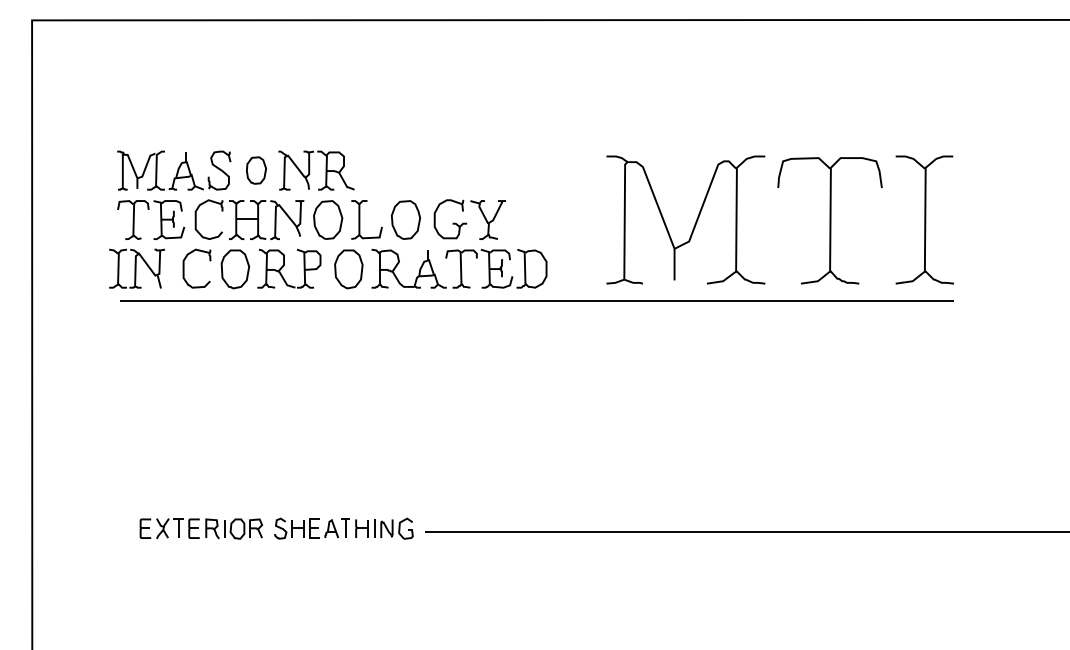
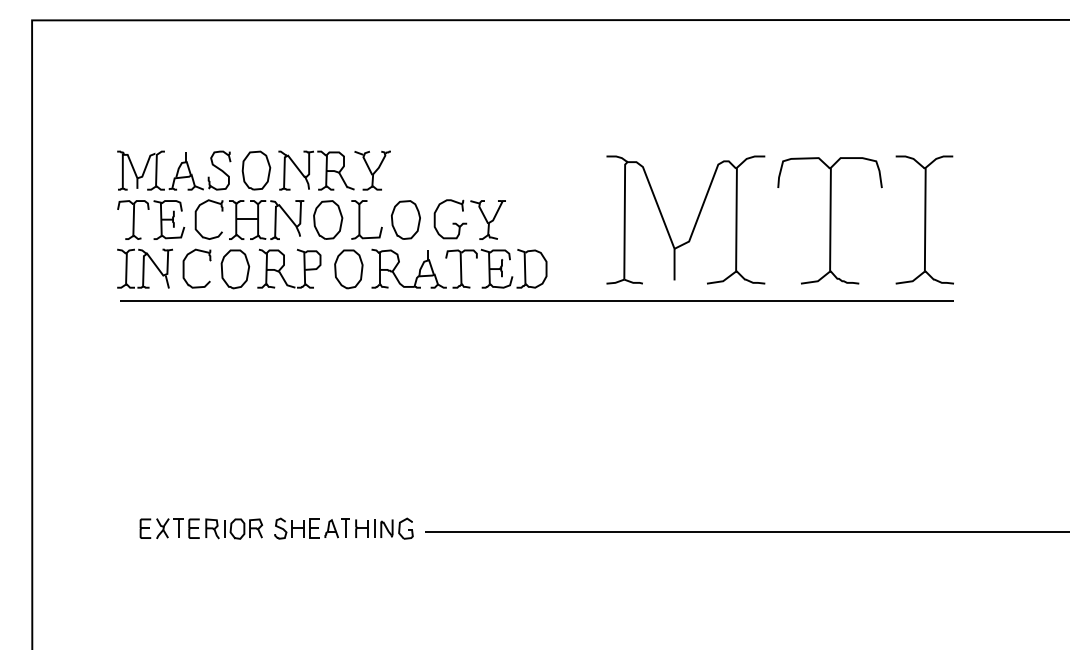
part at (256, 170) size: 21x29 px -> 31x41 px
part at (372, 170): none -> present
part at (136, 268) position: (136, 268) -> (144, 268)
